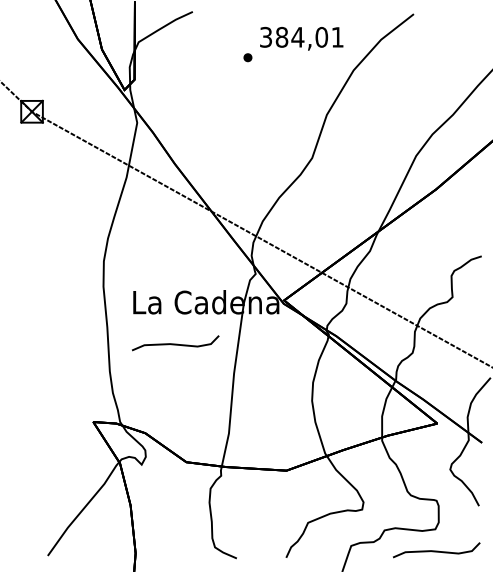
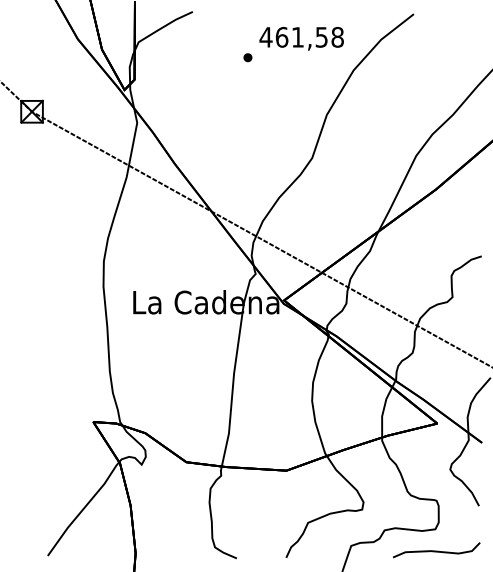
text at (301, 36): 384,01 -> 461,58
curve at (175, 343): present -> none
